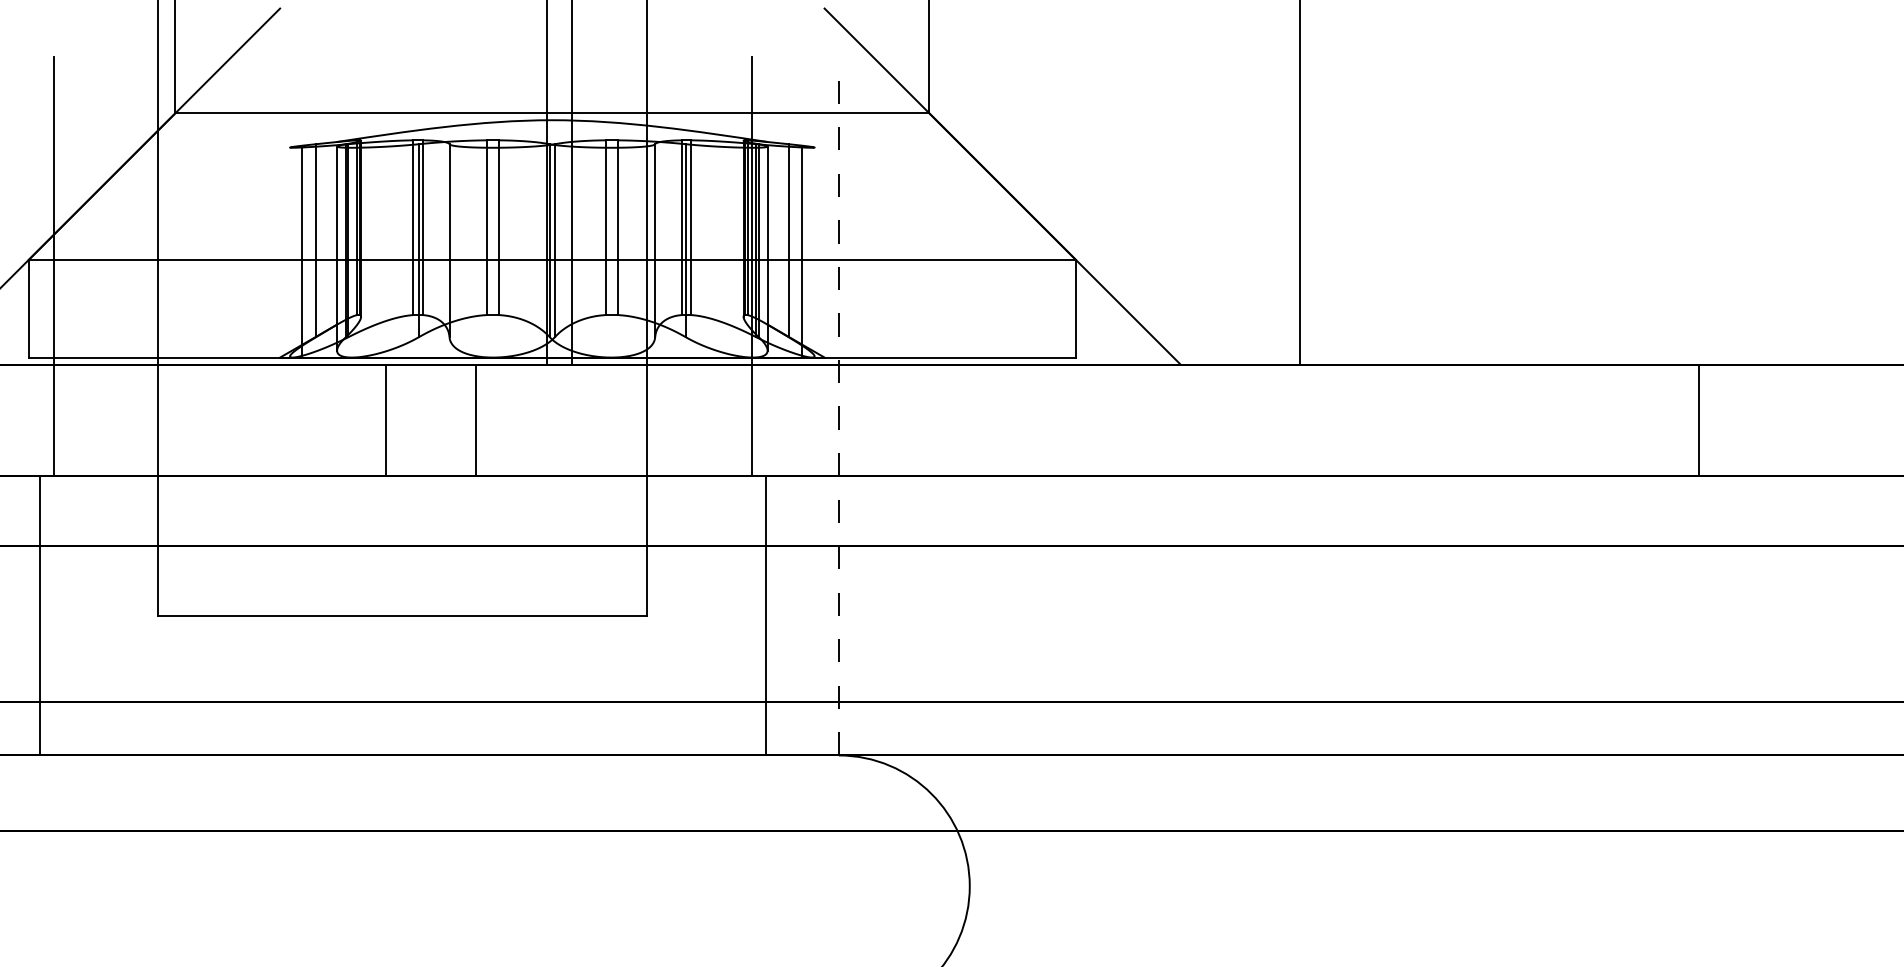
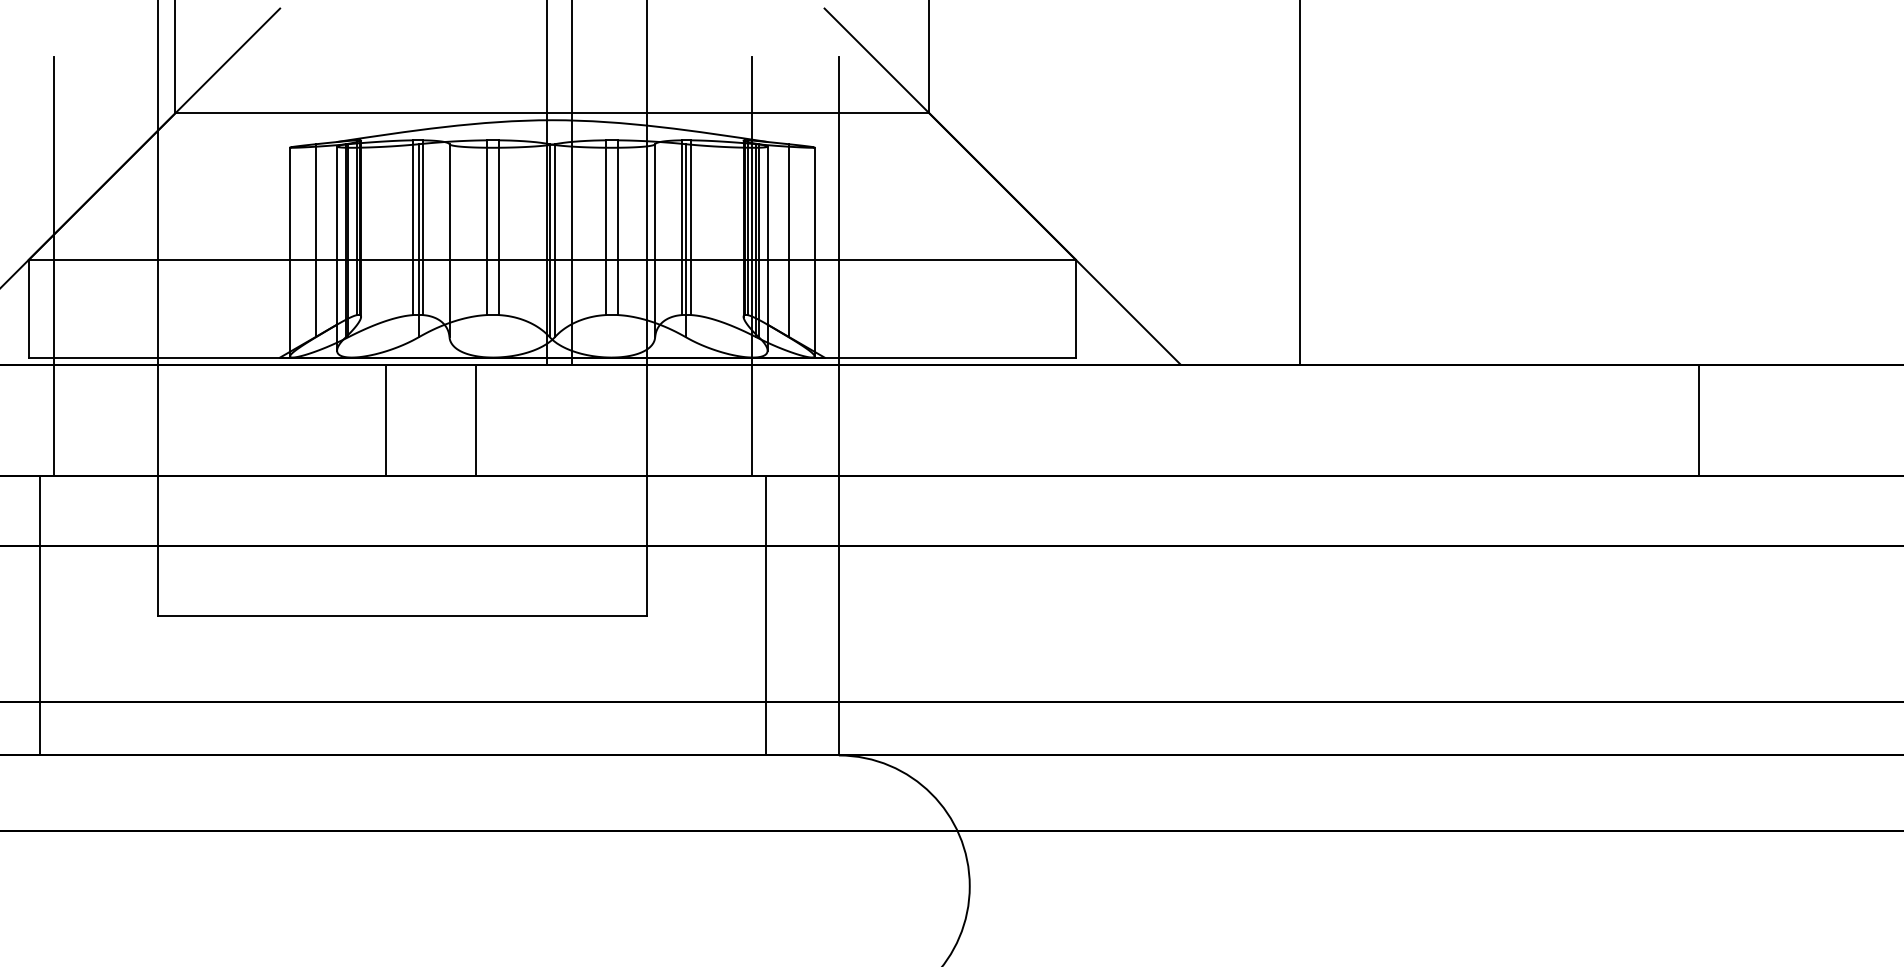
line at (302, 252) position: (302, 252) -> (290, 252)
line at (801, 252) position: (801, 252) -> (814, 252)
line at (838, 405): dashed -> solid
